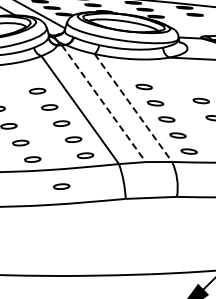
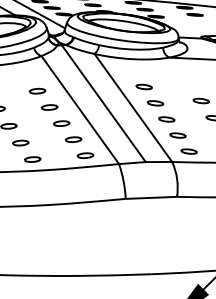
line at (103, 103): dashed -> solid
line at (133, 108): dashed -> solid
part at (61, 186): present -> none
